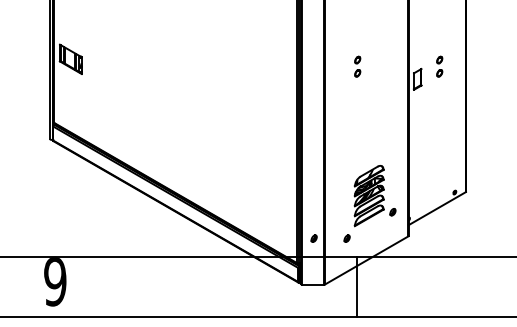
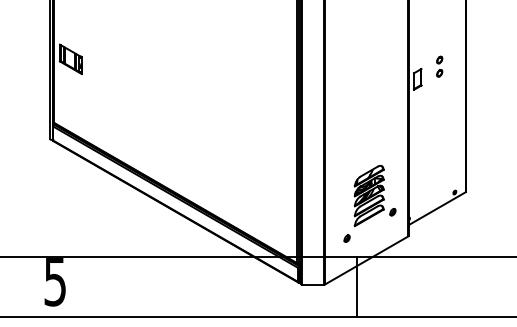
part at (357, 66): present -> none
part at (313, 238): present -> none
text at (55, 282): 9 -> 5
